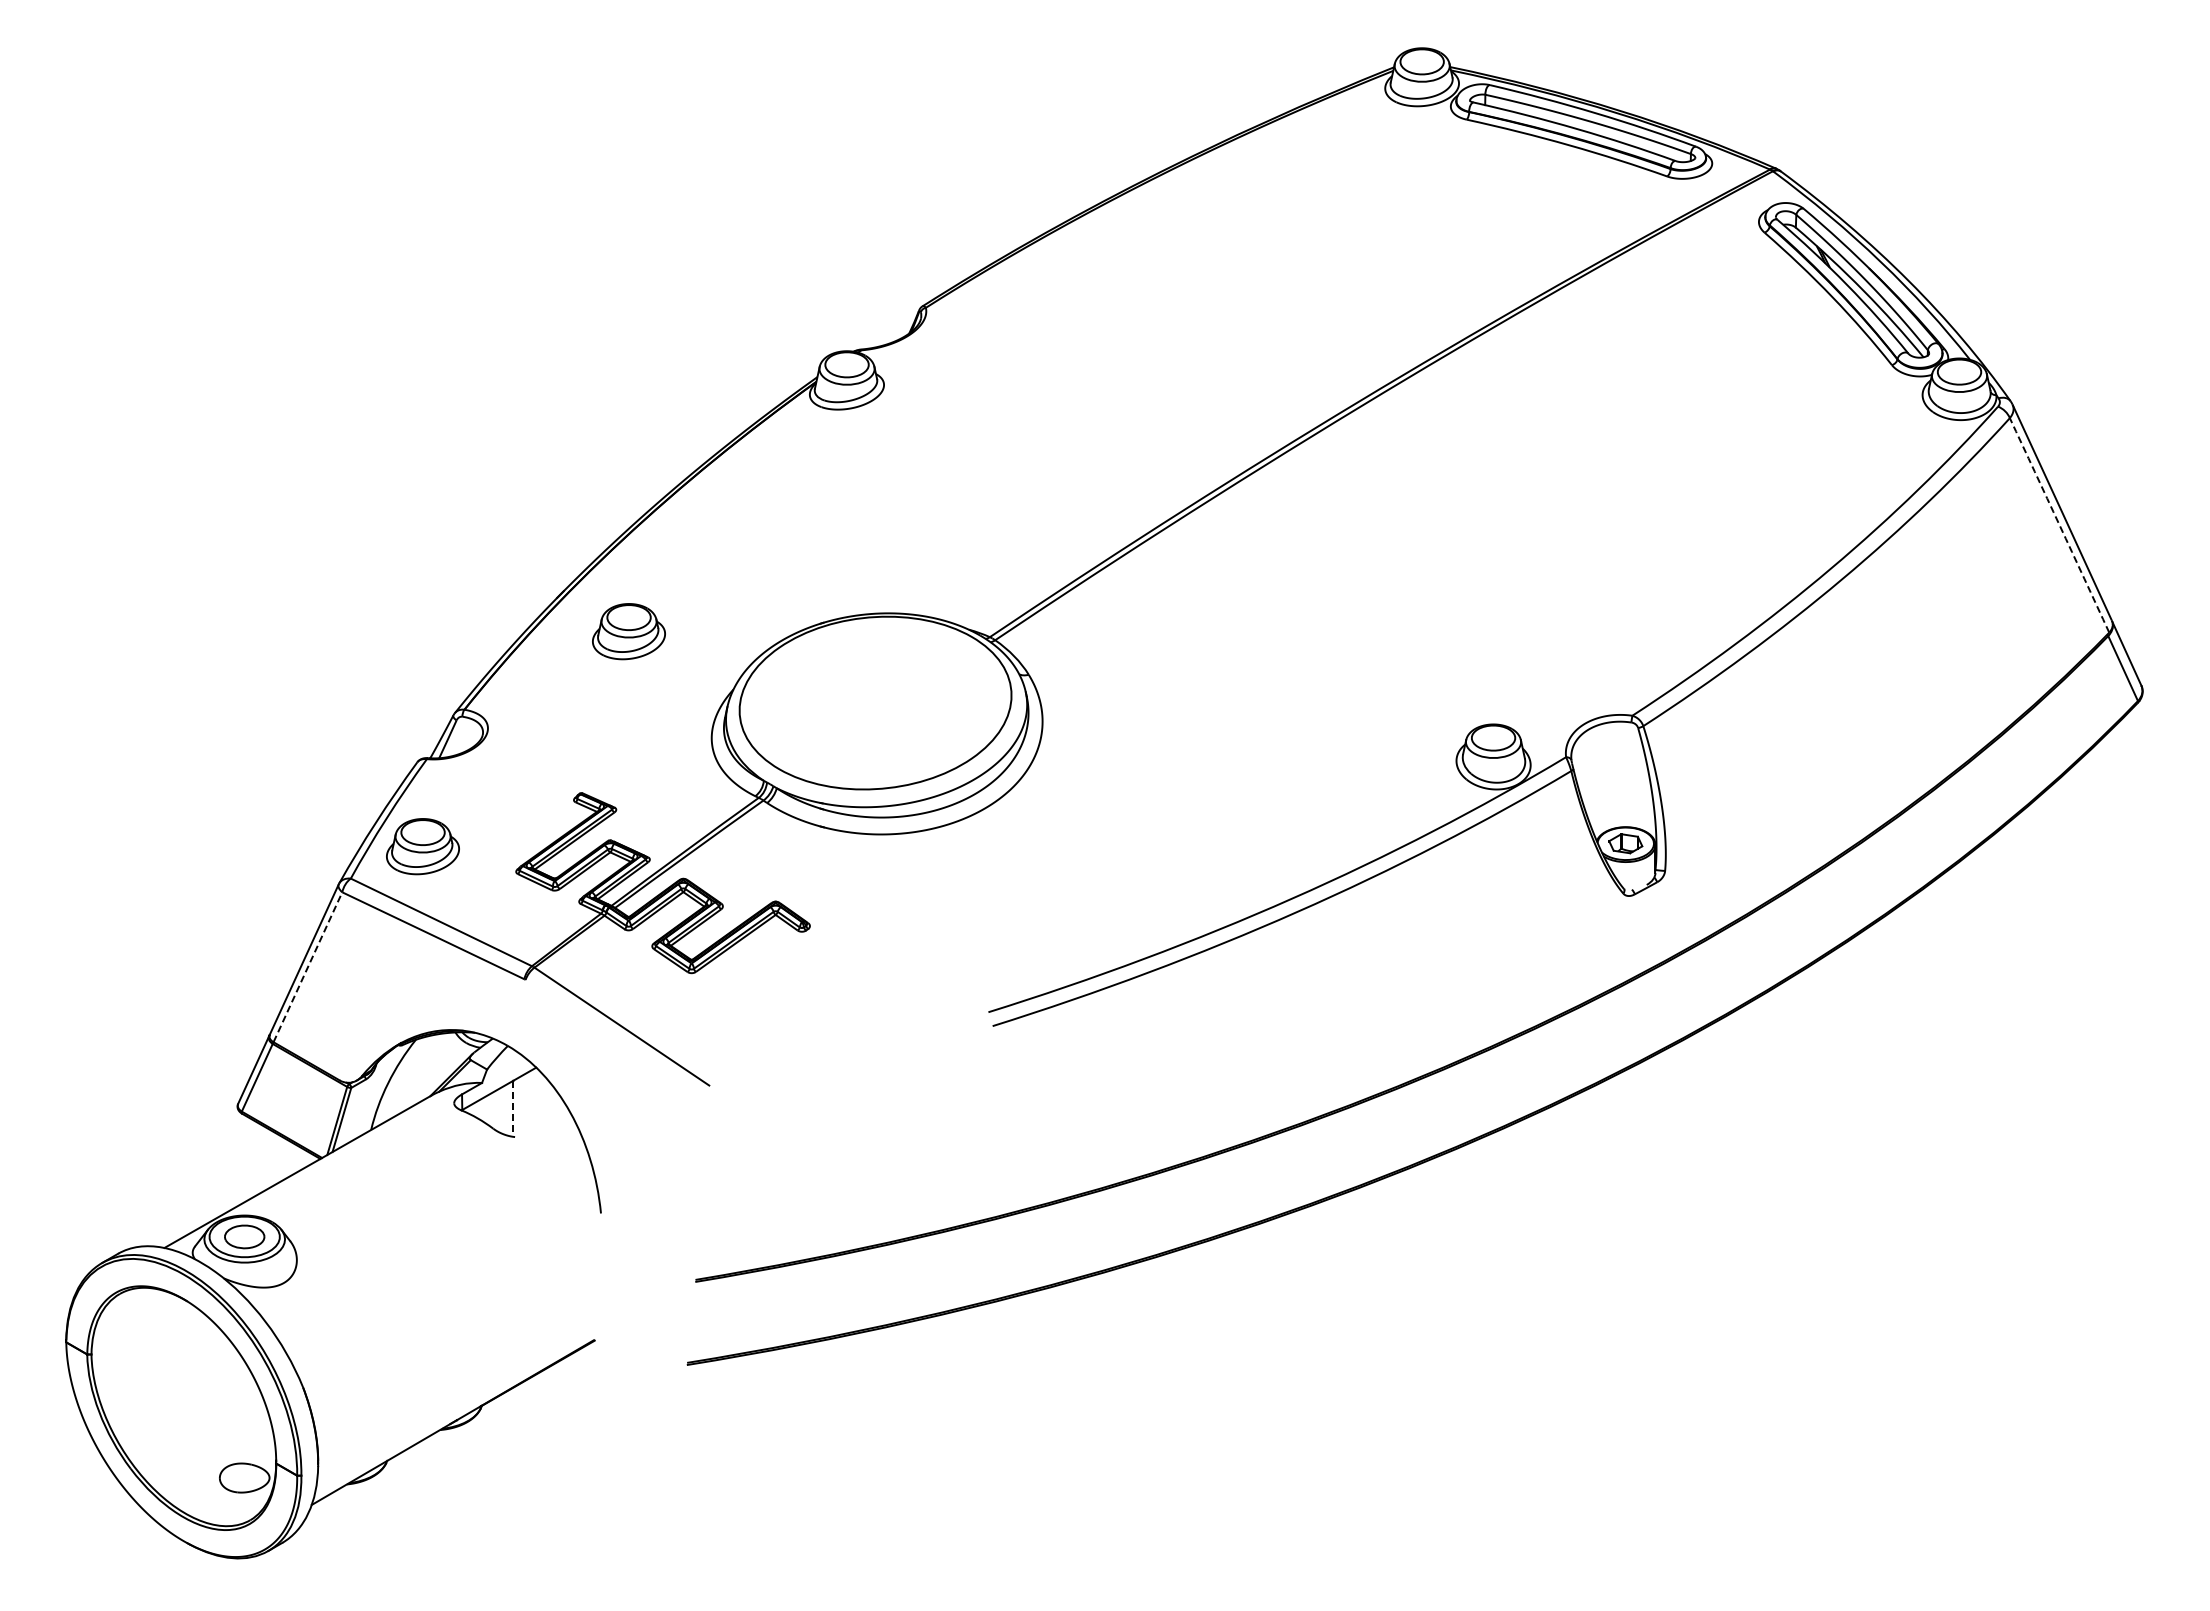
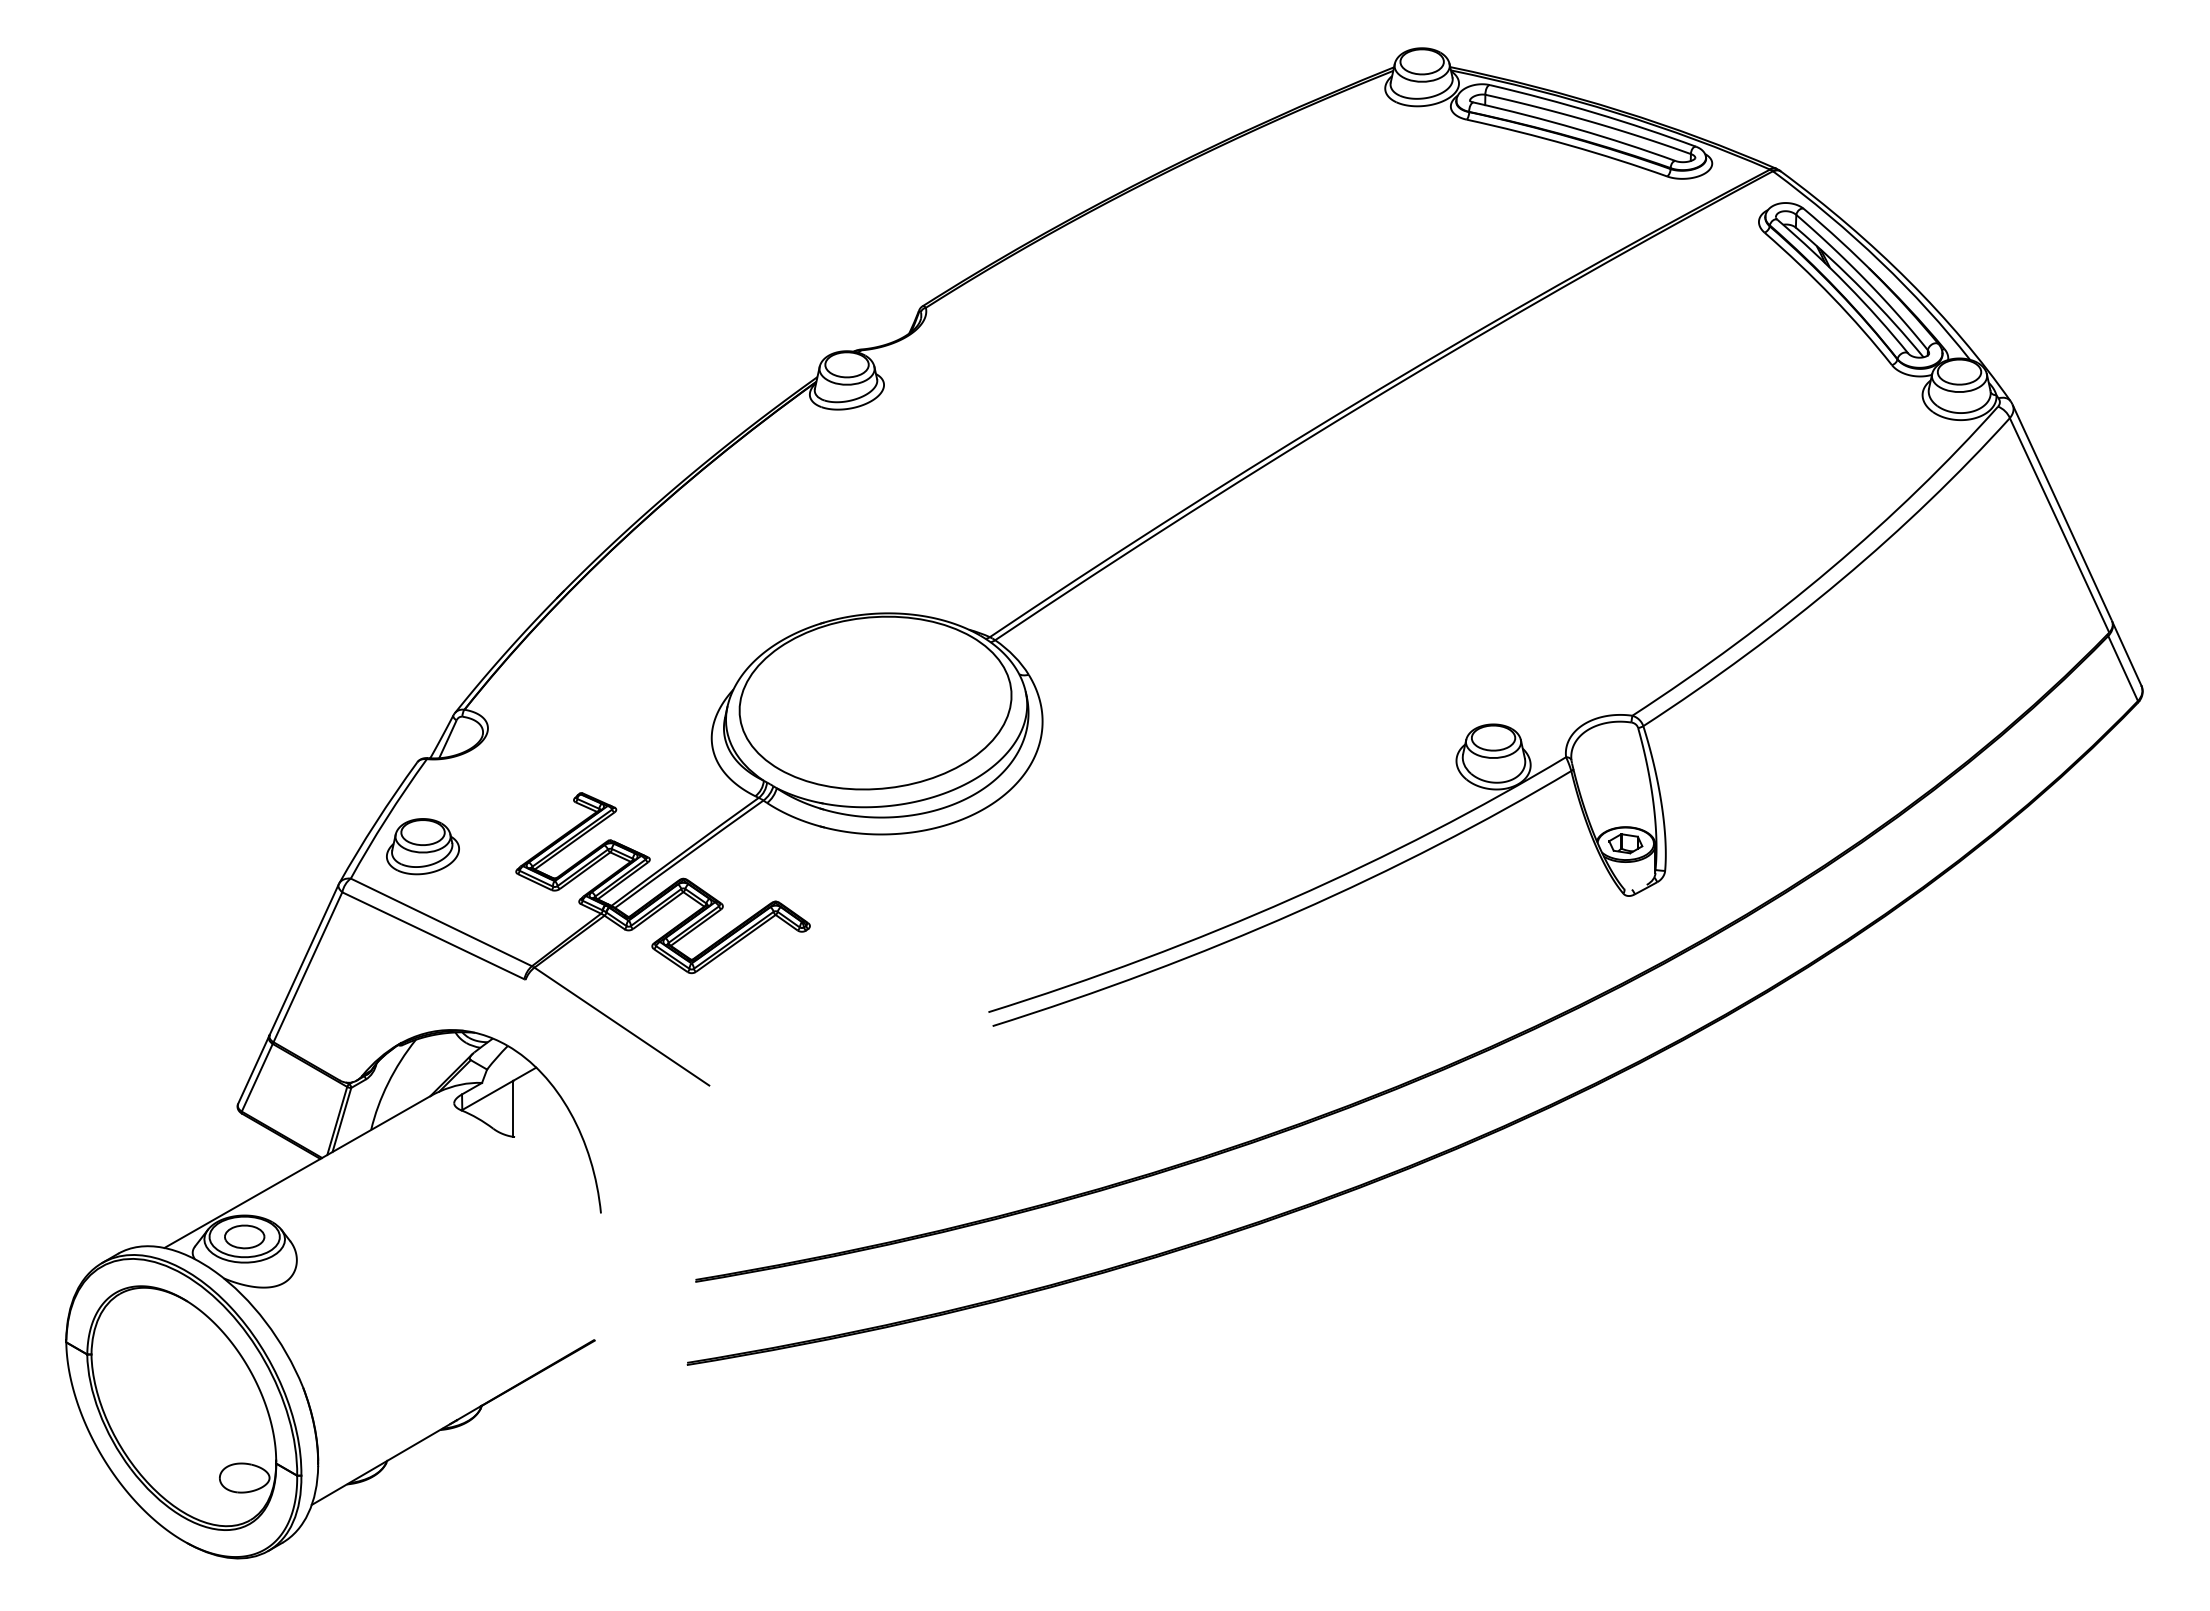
arc at (2059, 525): dashed -> solid
part at (628, 631): present -> none
line at (308, 966): dashed -> solid
line at (513, 1108): dashed -> solid
